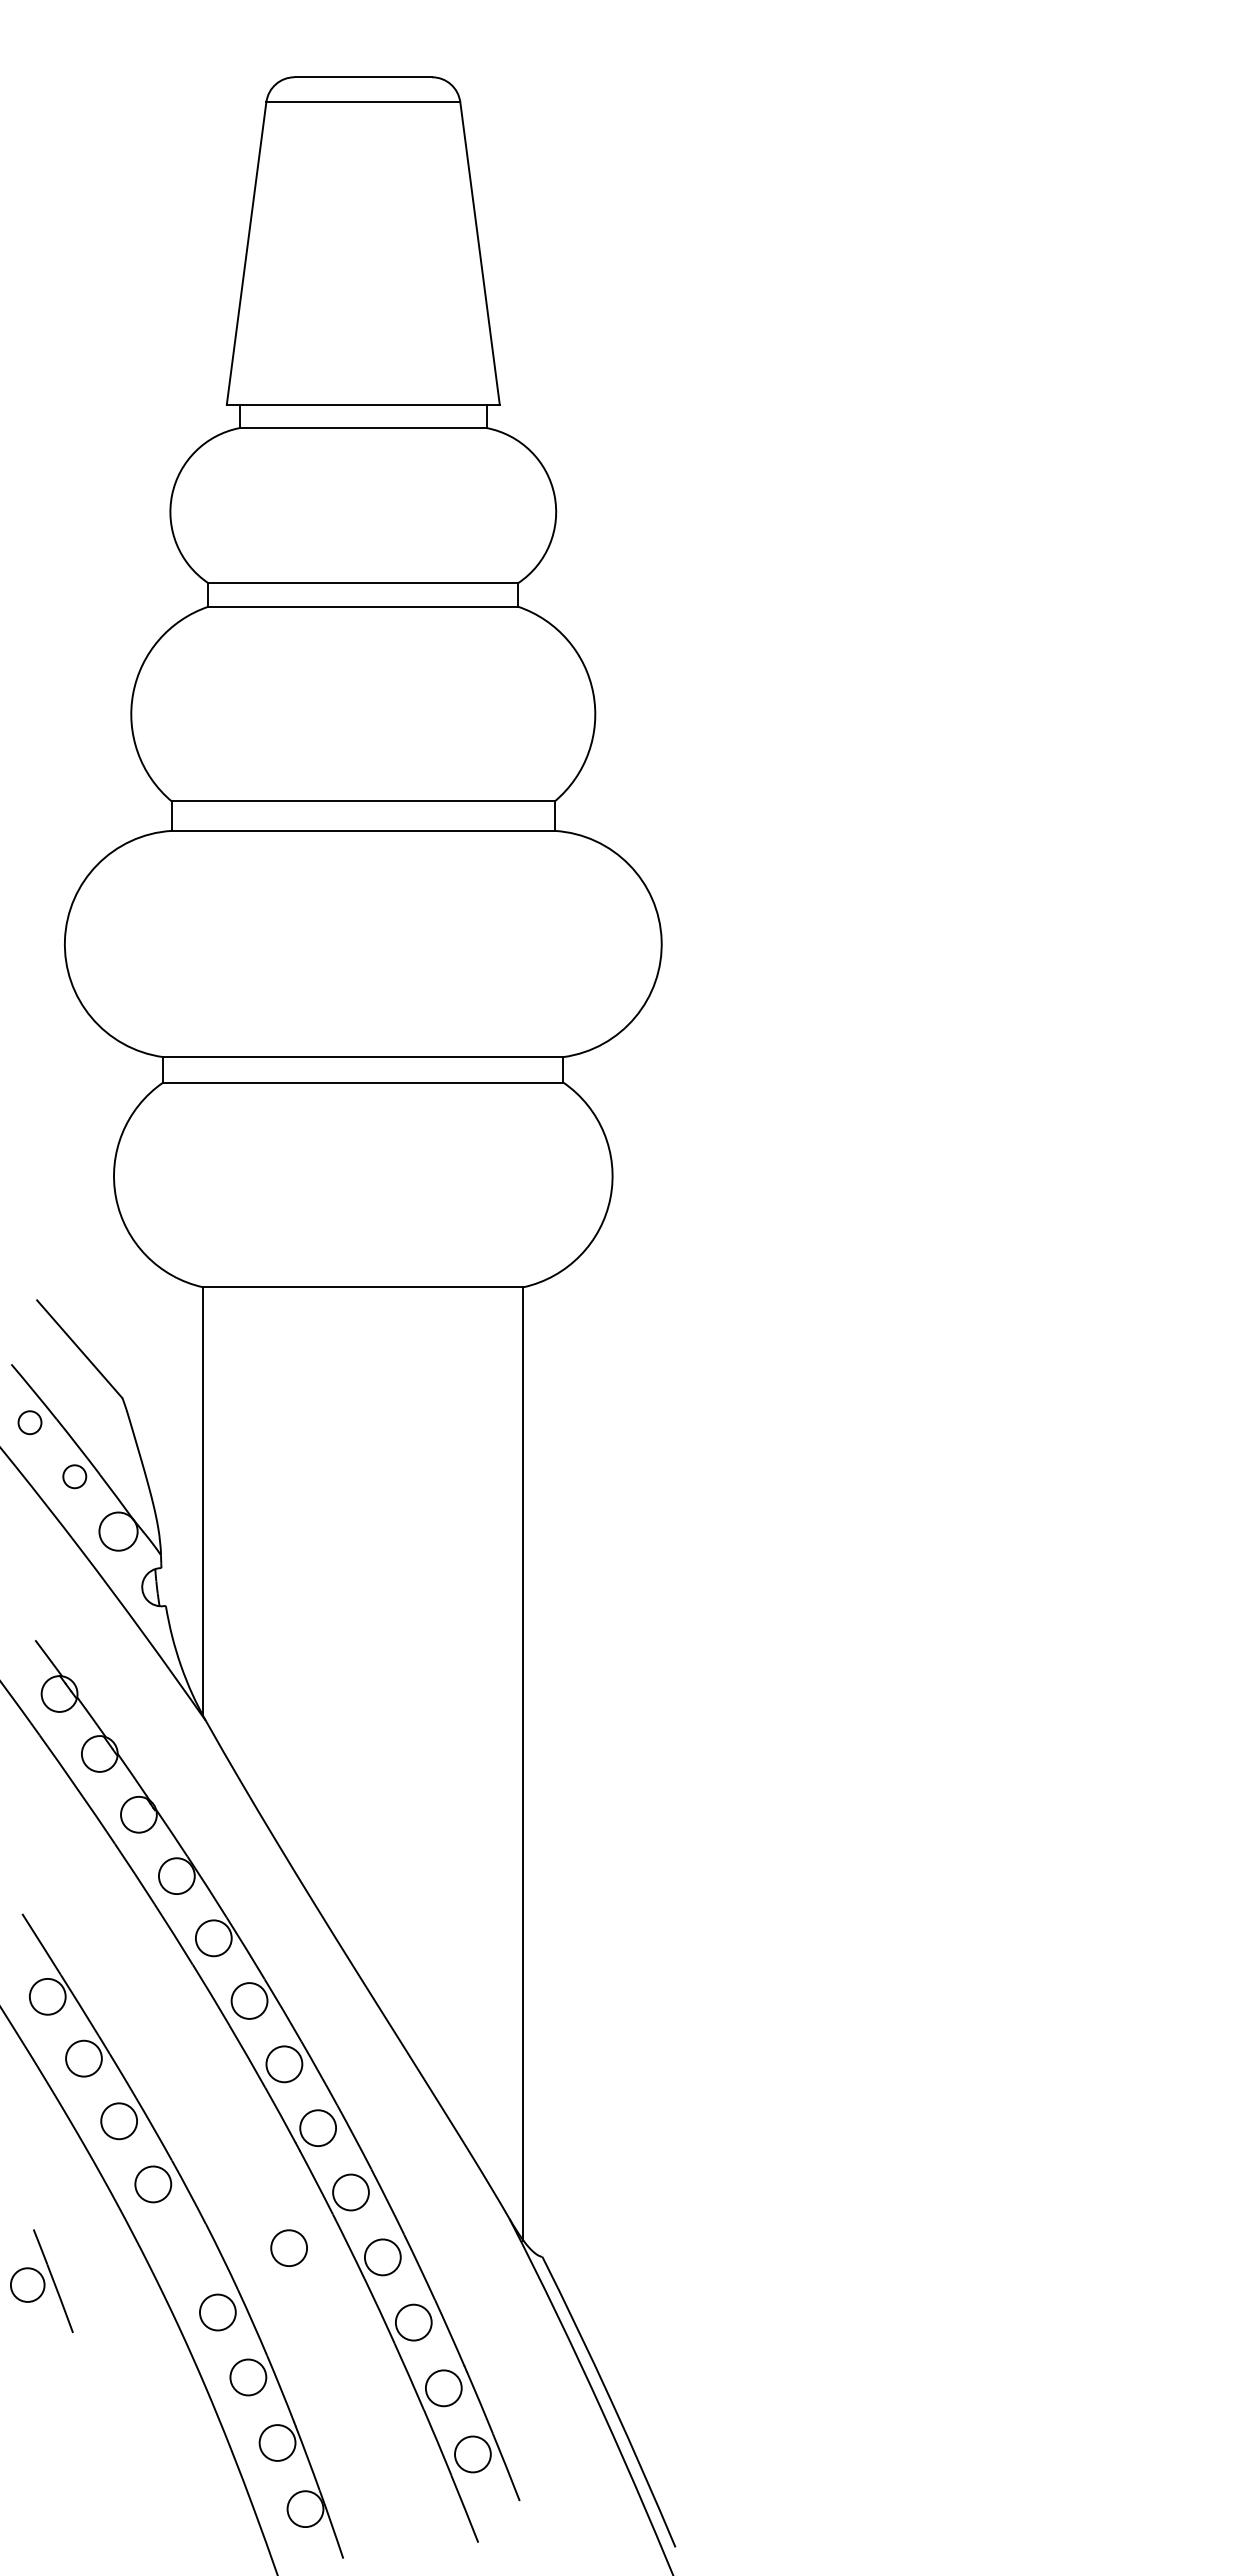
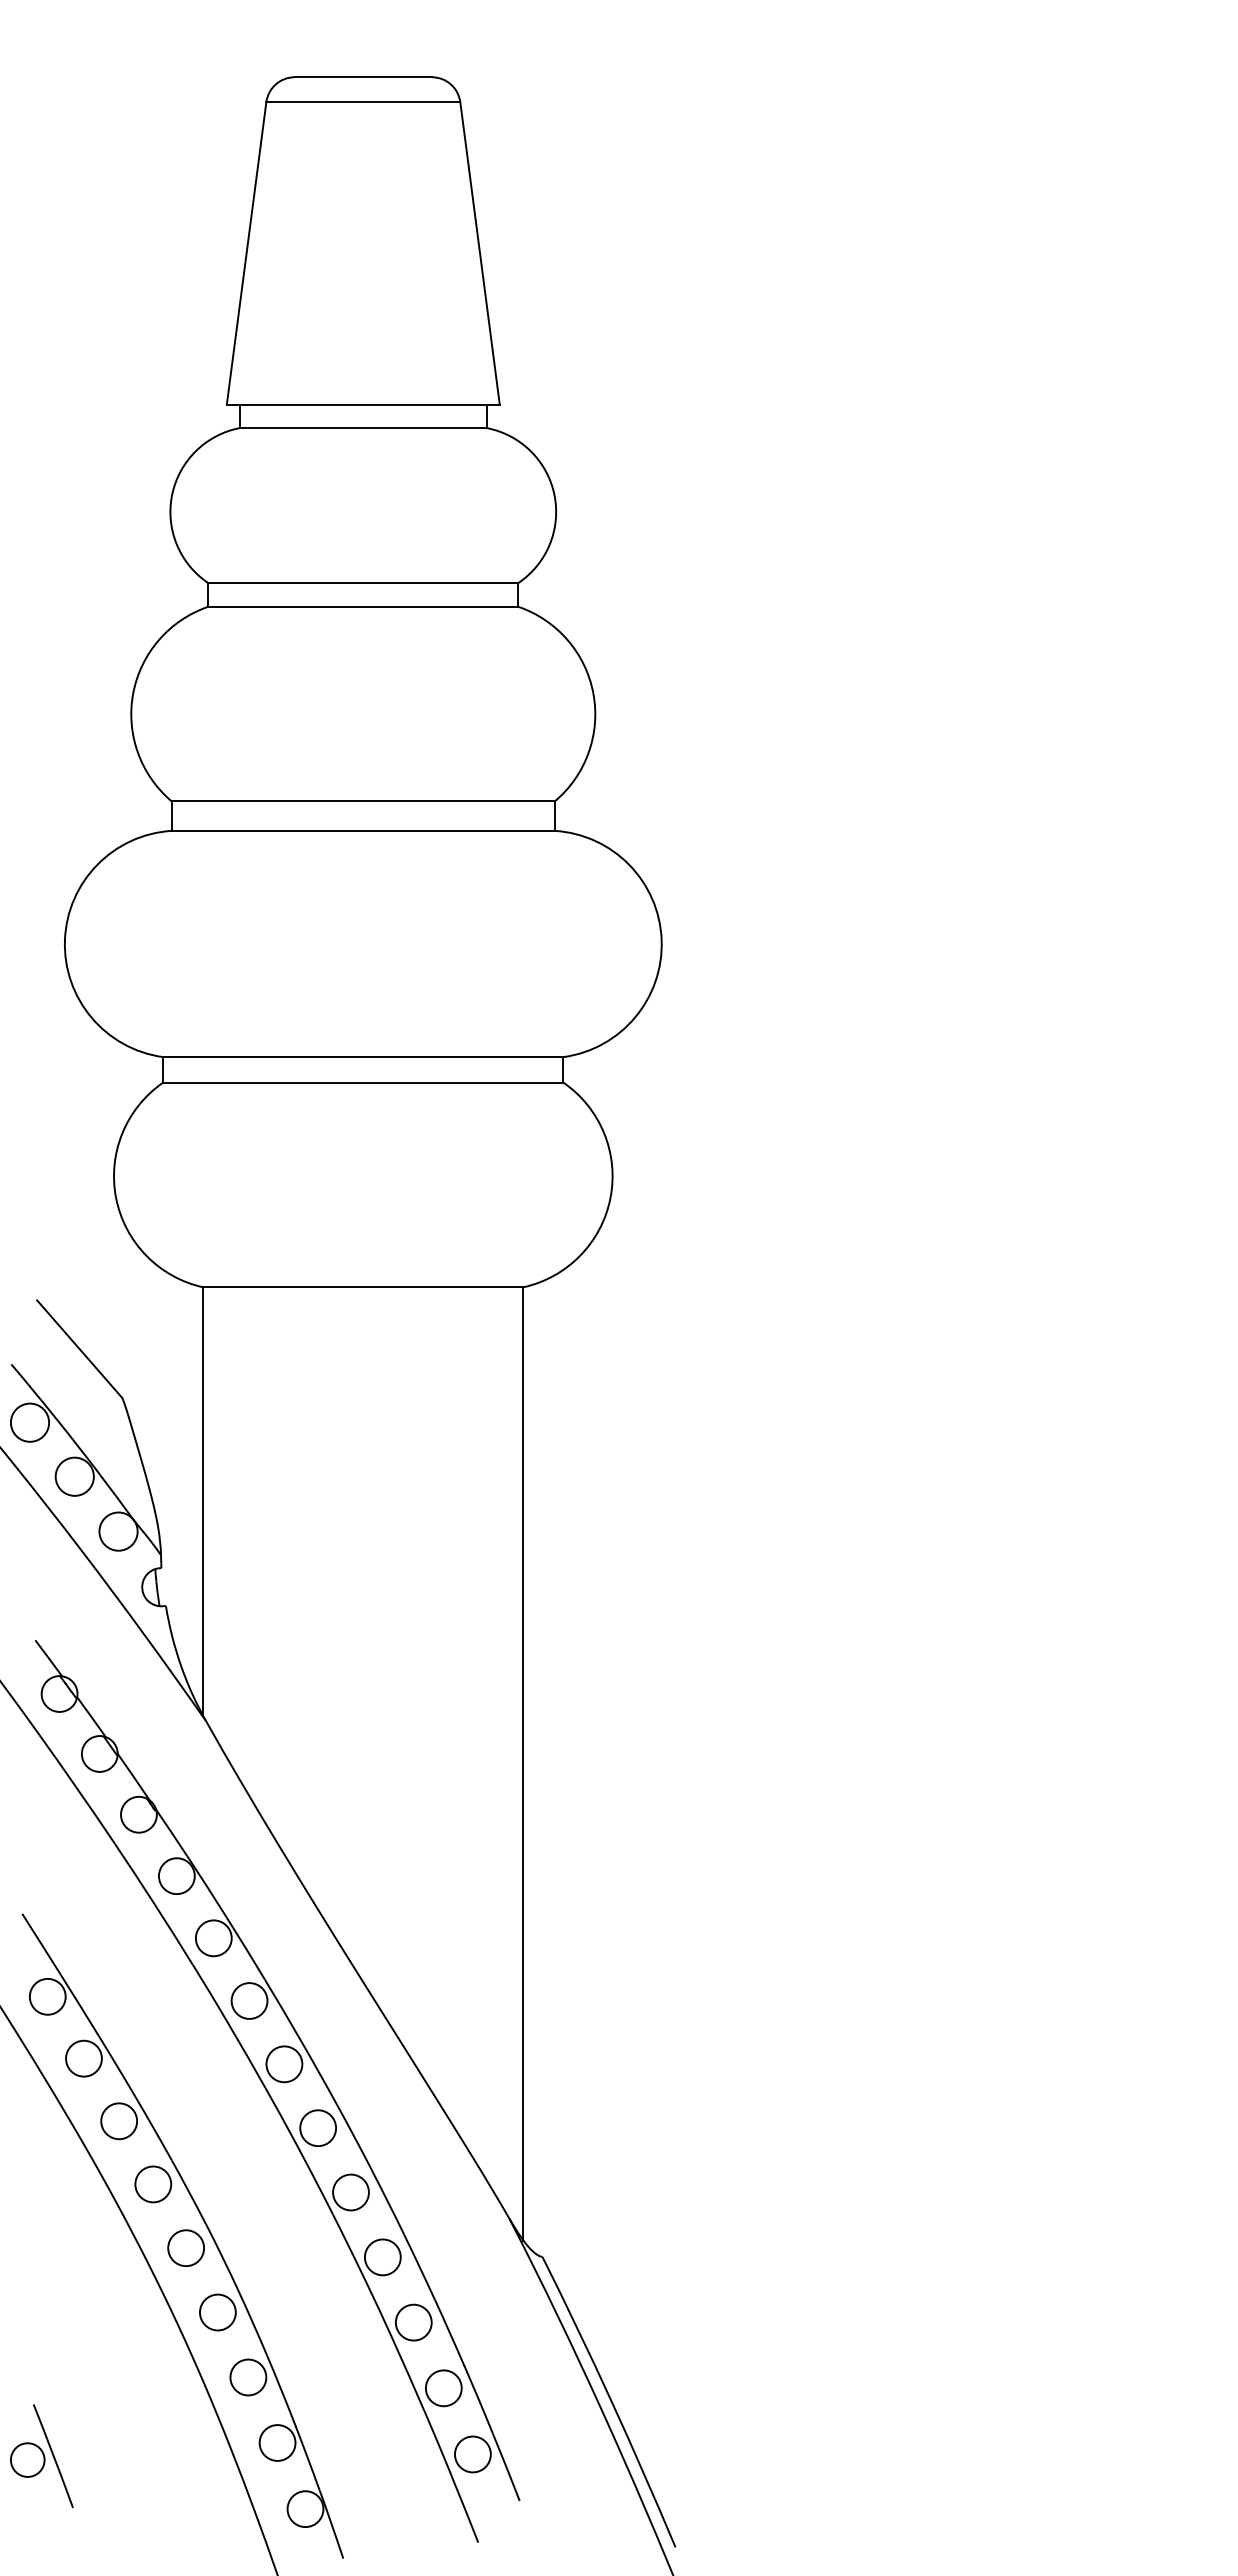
circle at (29, 1422) diameter: 23 px -> 38 px
circle at (74, 1476) diameter: 23 px -> 38 px
circle at (288, 2247) position: (288, 2247) -> (185, 2247)
part at (41, 2280) position: (41, 2280) -> (41, 2455)
